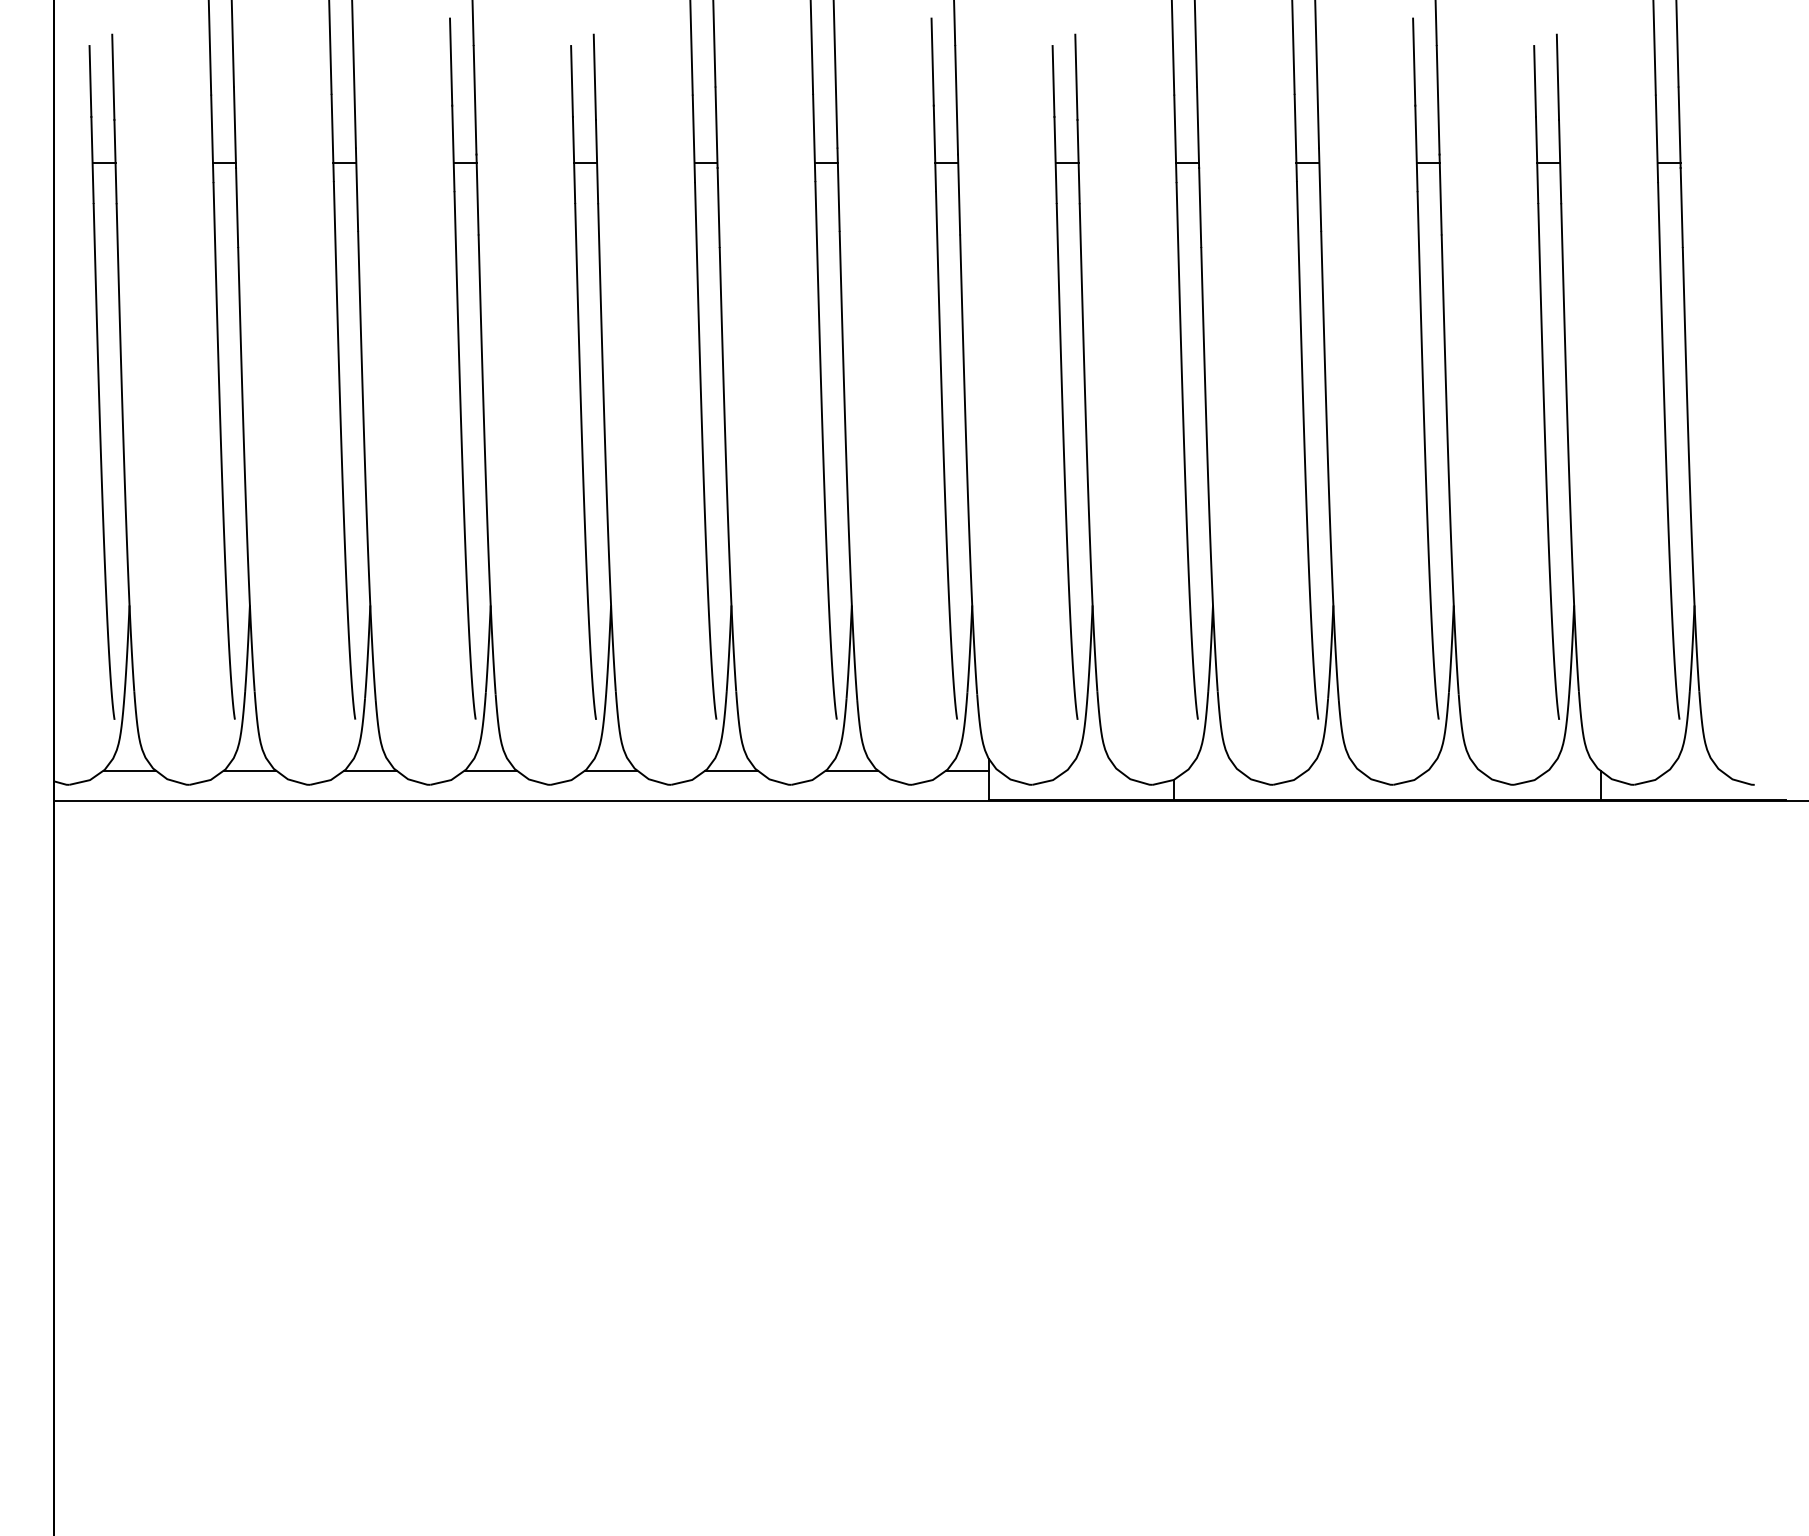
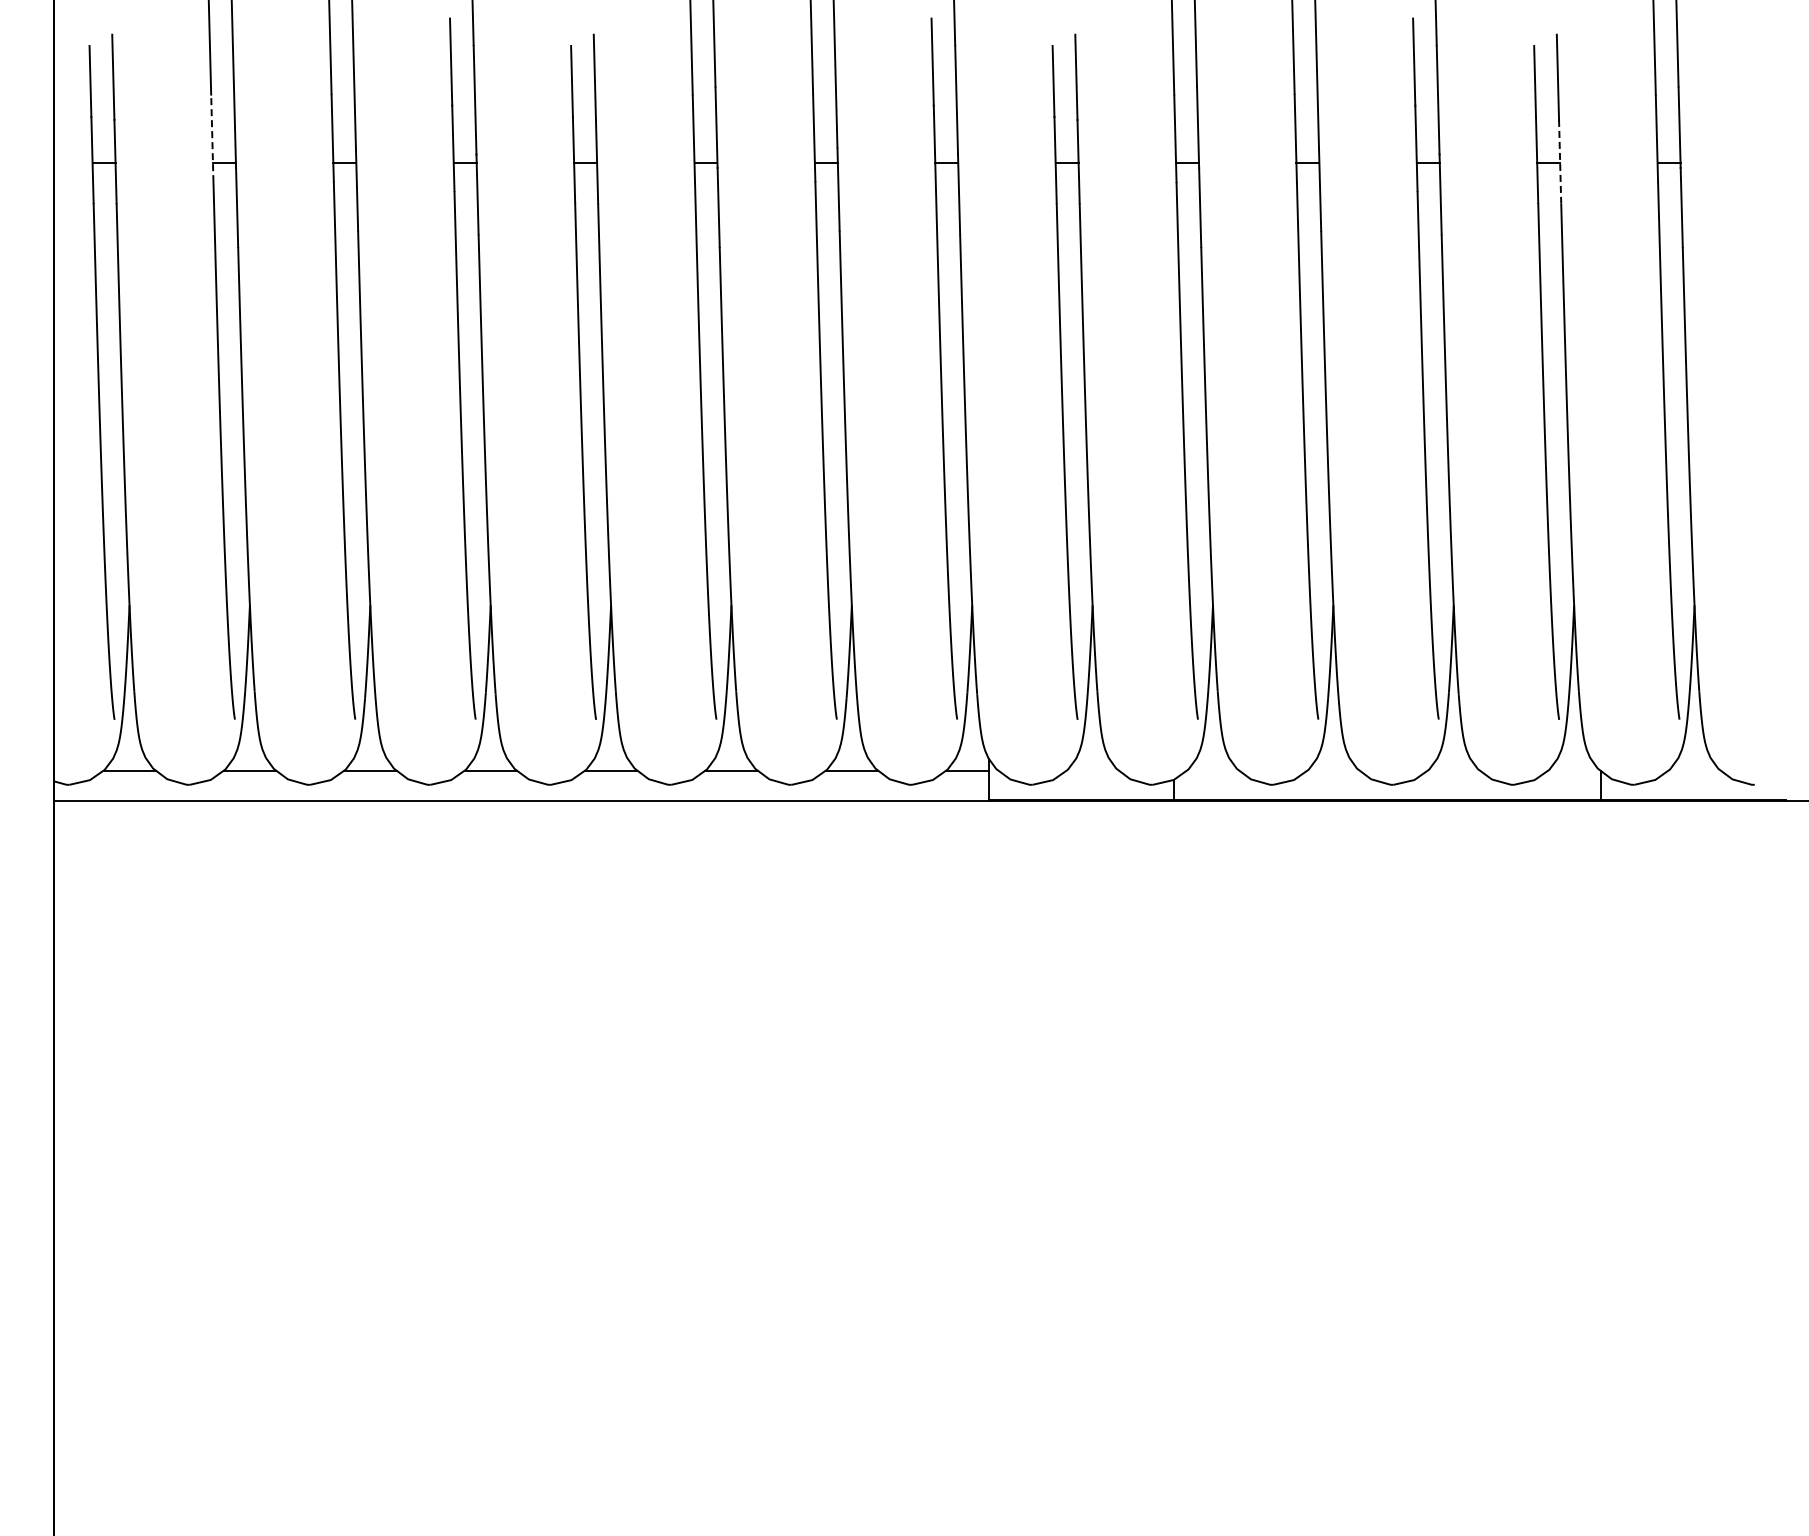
line at (212, 138): solid -> dashed
line at (1560, 161): solid -> dashed
